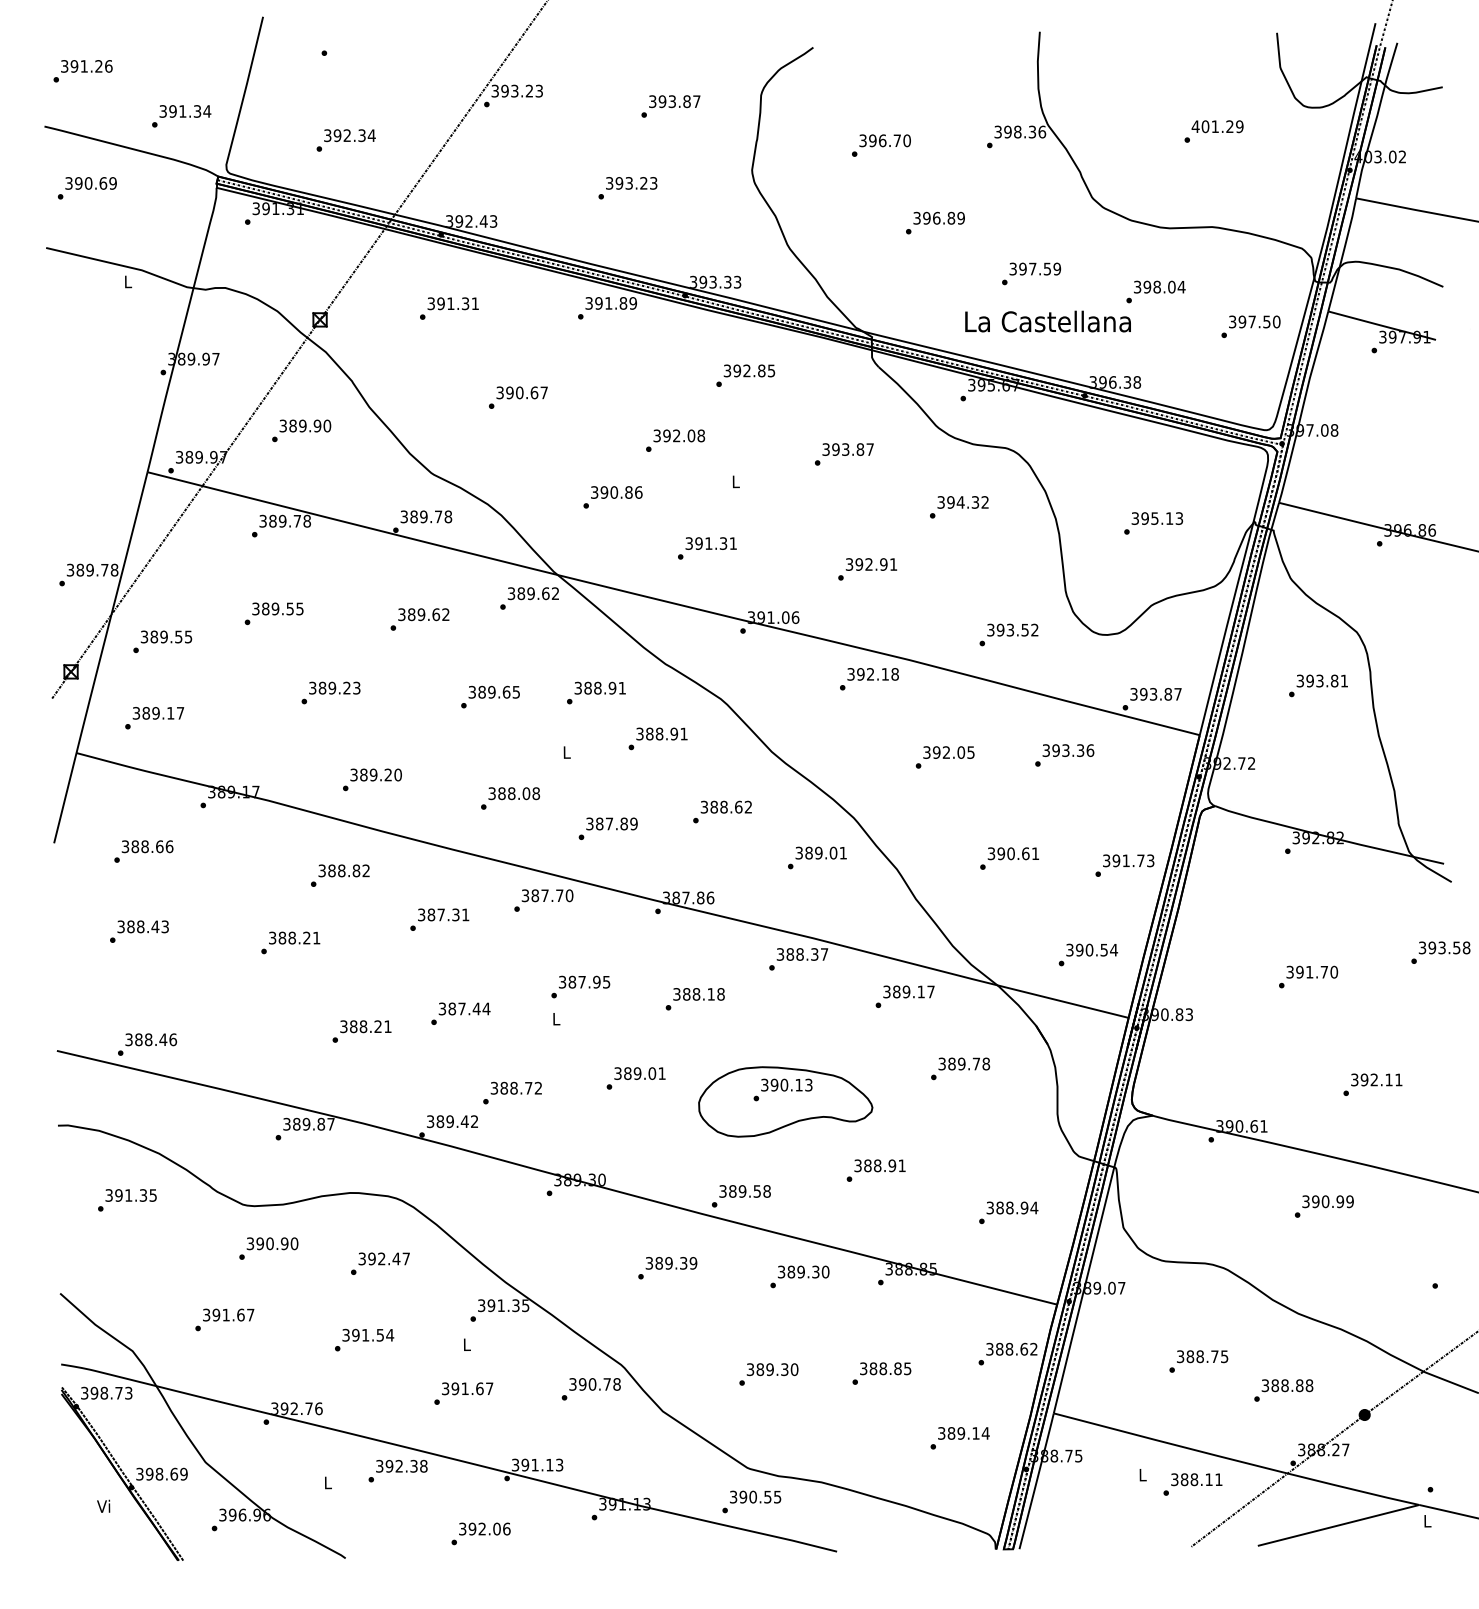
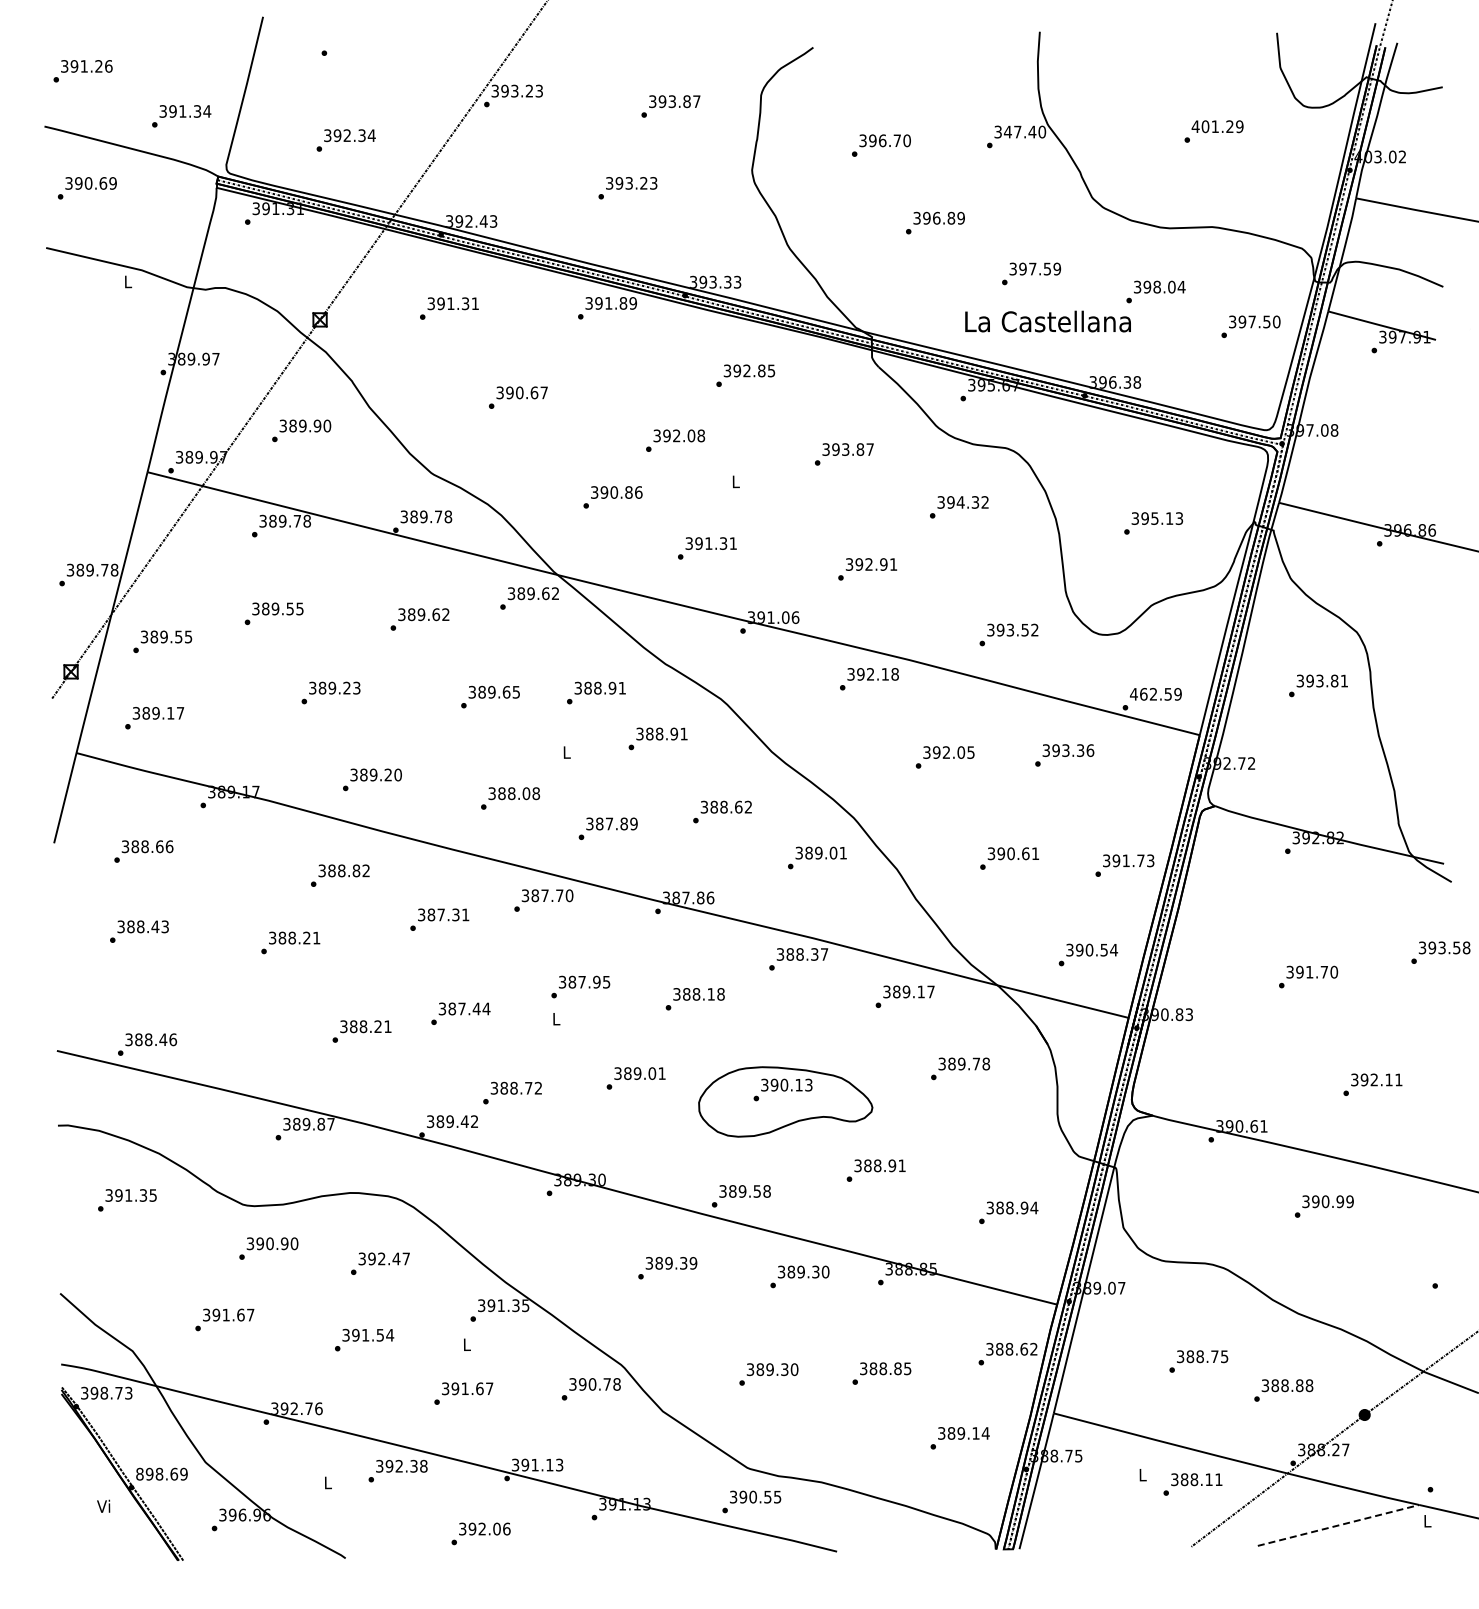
text at (1024, 131): 398.36 -> 347.40
text at (1155, 694): 393.87 -> 462.59
text at (139, 1473): 398.69 -> 898.69
line at (1338, 1525): solid -> dashed
